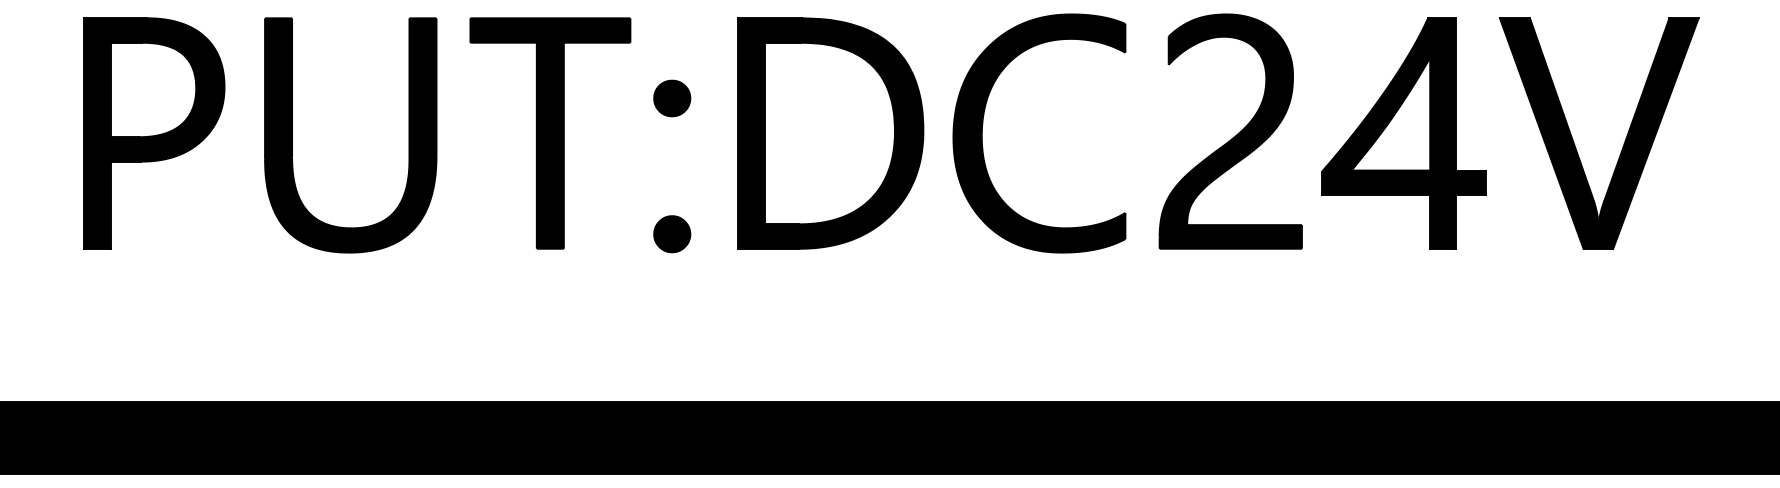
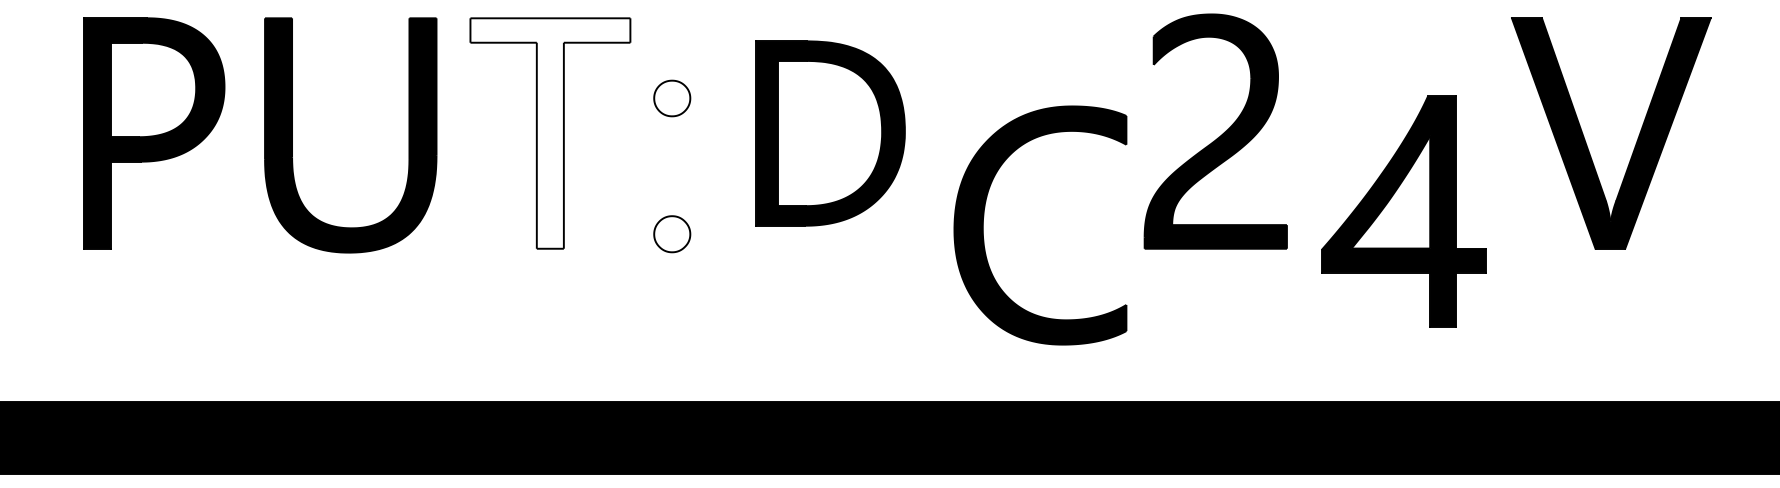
fill at (672, 98): present -> none
part at (983, 124) position: (983, 124) -> (984, 216)
fill at (550, 133): present -> none
part at (830, 133) size: 188x233 px -> 151x187 px
part at (1403, 133) position: (1403, 133) -> (1403, 211)
part at (1232, 137) position: (1232, 137) -> (1217, 137)
part at (1624, 140) position: (1624, 140) -> (1636, 140)
fill at (672, 234): present -> none
